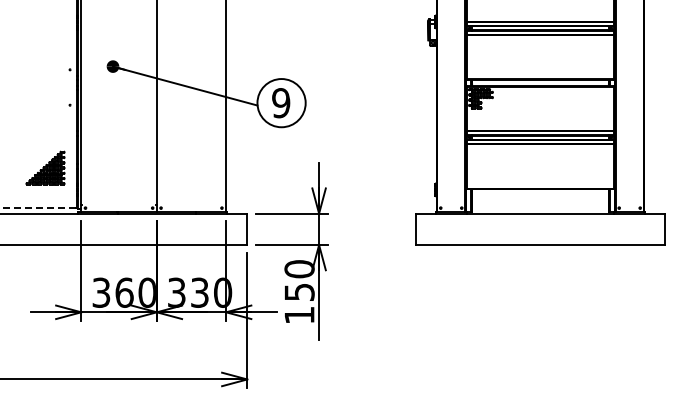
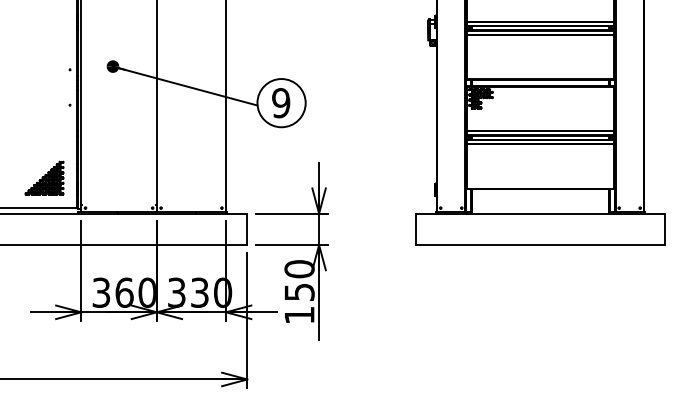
part at (45, 167) position: (45, 167) -> (44, 177)
line at (38, 208): dashed -> solid
